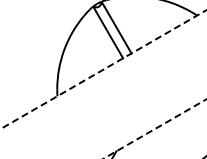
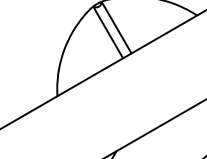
line at (103, 69): dashed -> solid
line at (155, 128): dashed -> solid
